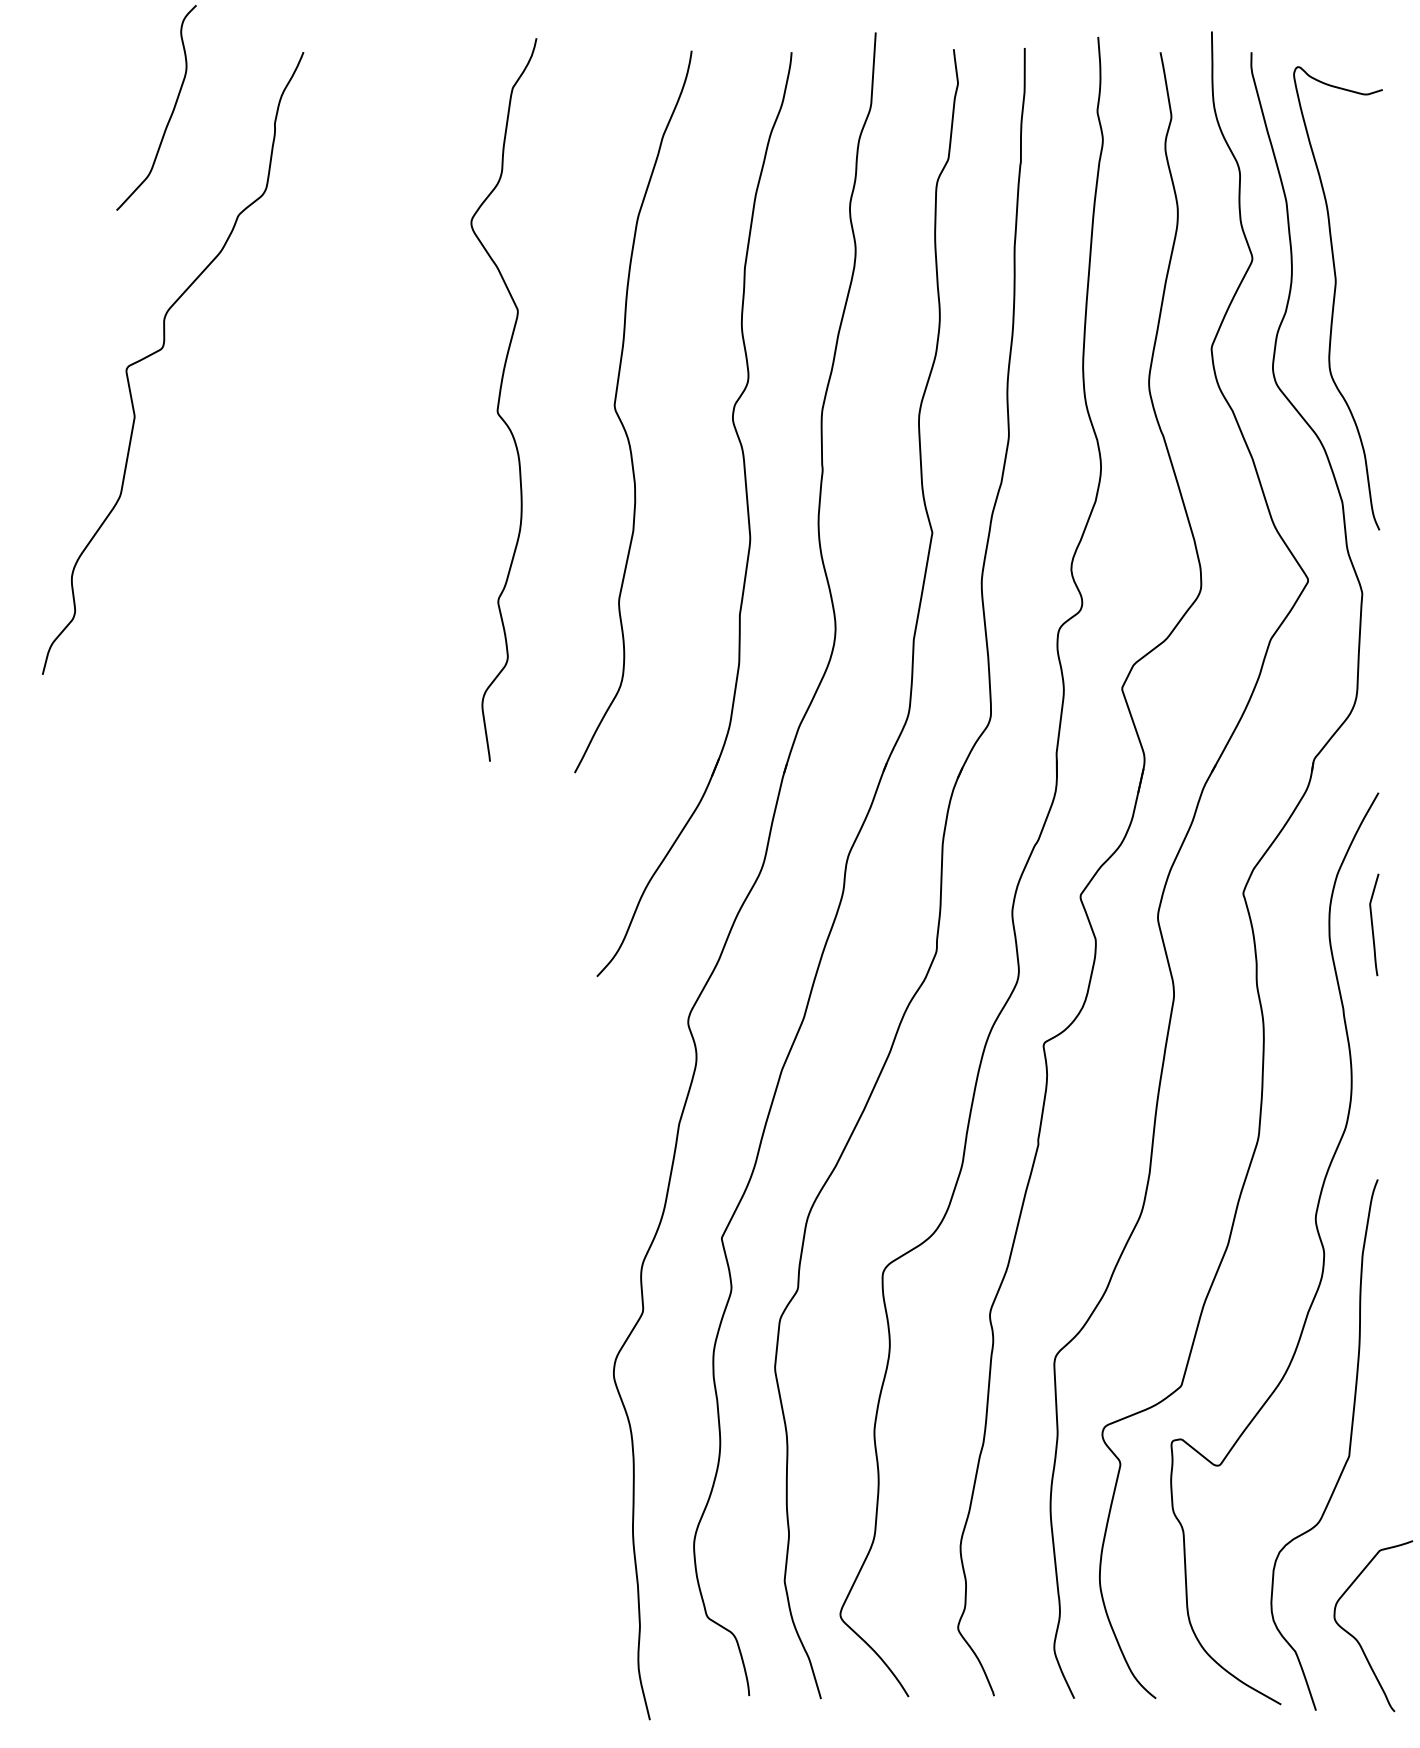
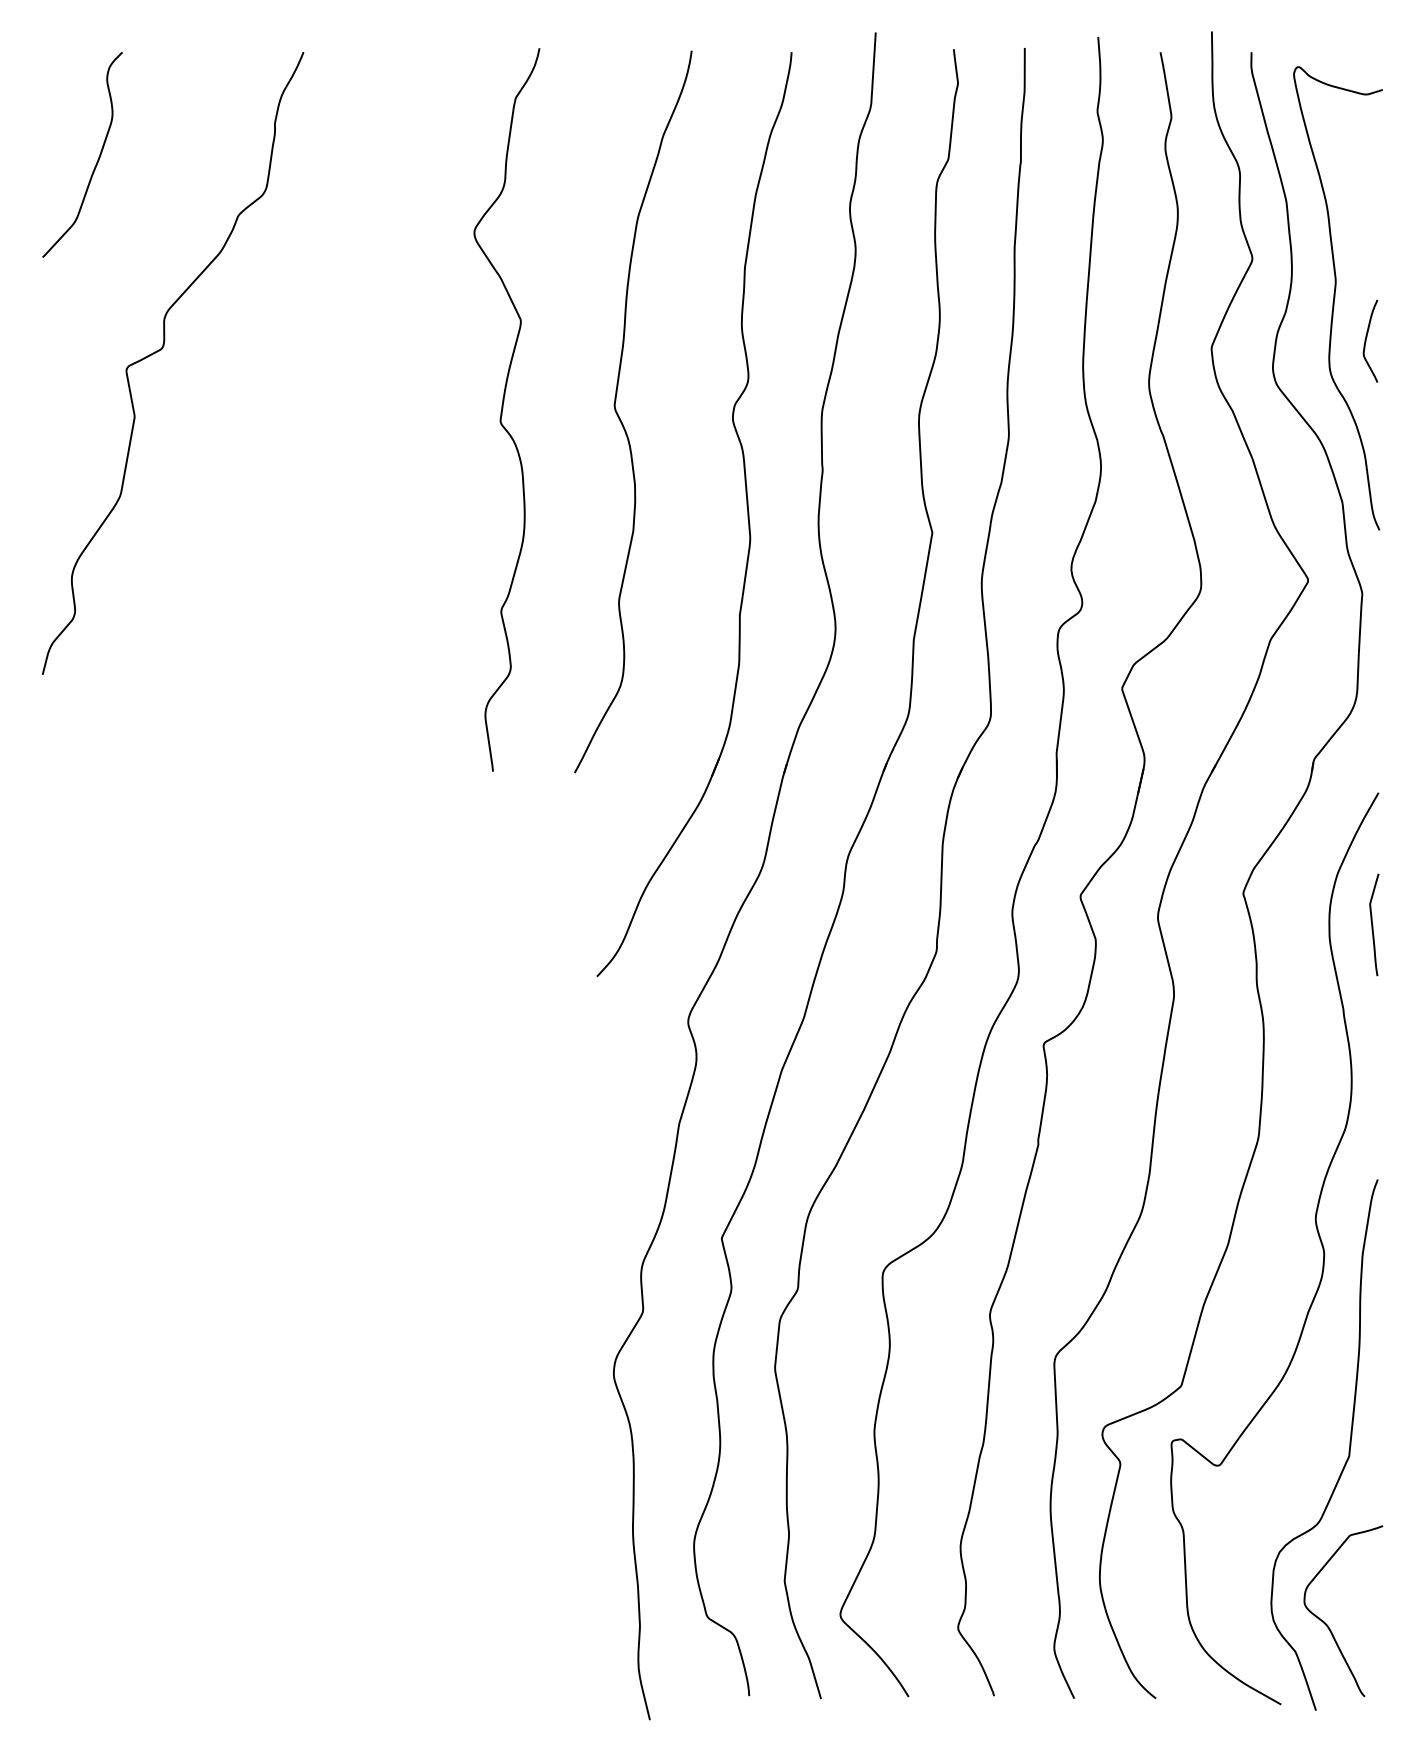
curve at (171, 112) position: (171, 112) -> (97, 159)
curve at (1366, 340): none -> present
curve at (500, 398) position: (500, 398) -> (503, 408)
curve at (1358, 1640) position: (1358, 1640) -> (1328, 1625)
